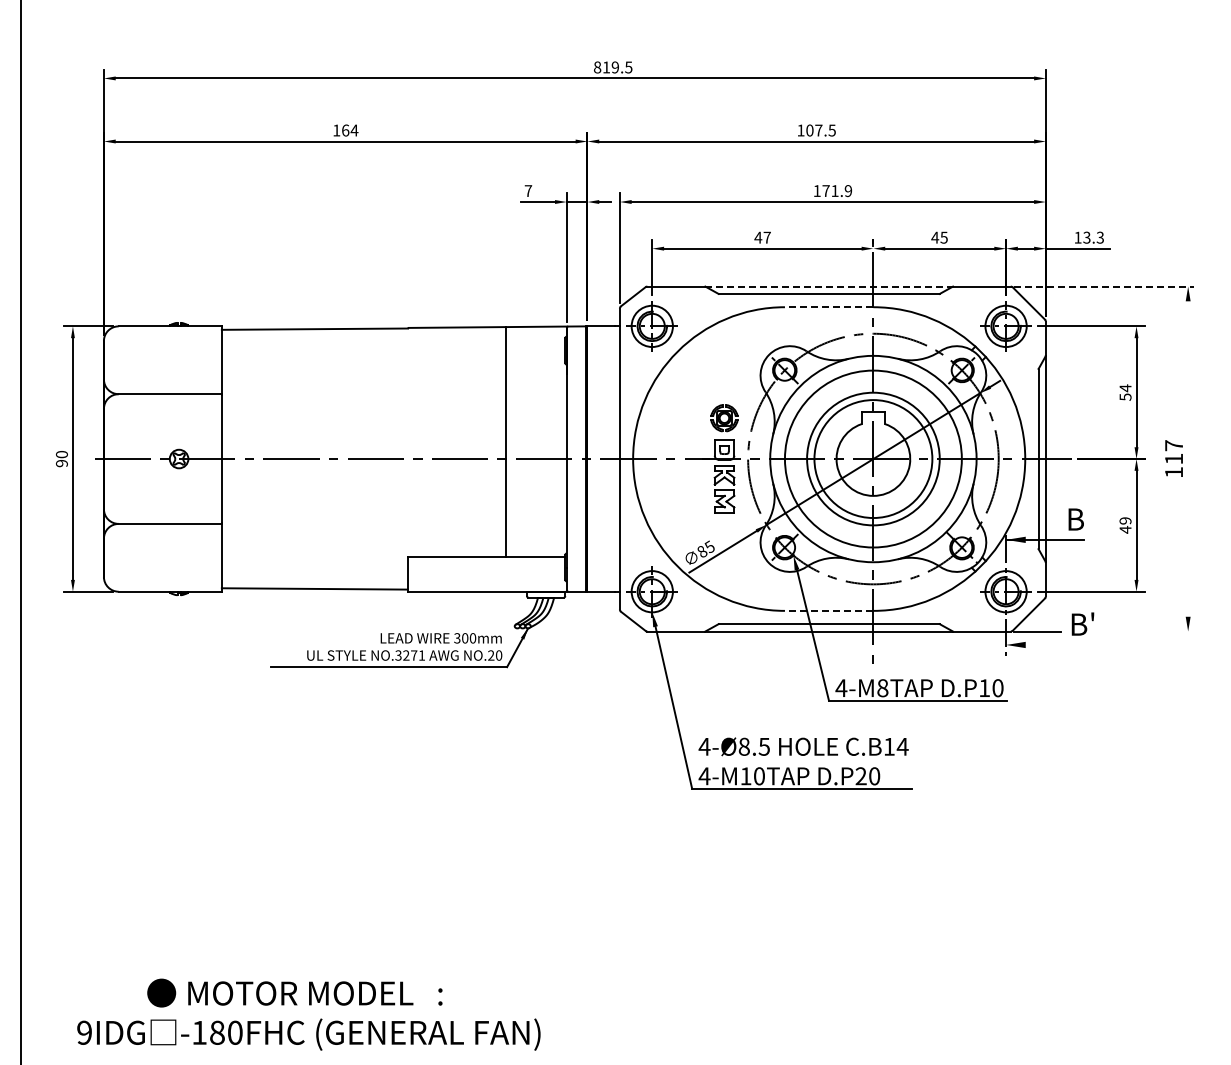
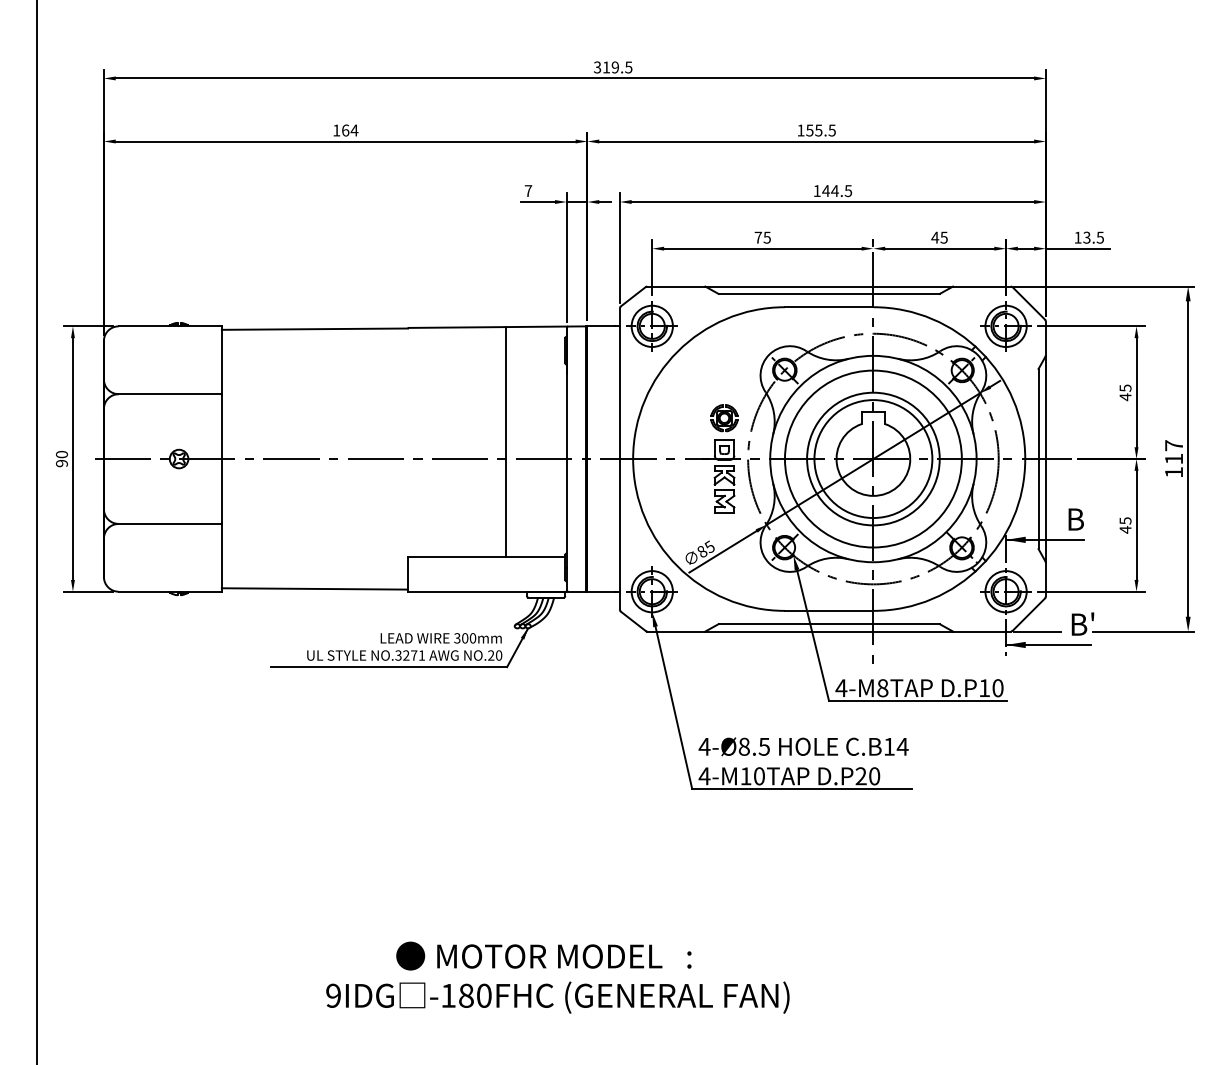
text at (597, 67): 819.5 -> 319.5
text at (814, 130): 107.5 -> 155.5
text at (837, 190): 171.9 -> 144.5
text at (1100, 236): 13.3 -> 13.5
text at (762, 237): 47 -> 75
line at (829, 286): dashed -> solid
line at (1104, 286): dashed -> solid
line at (828, 307): dashed -> solid
text at (1125, 392): 54 -> 45
line at (1188, 458): none -> present
text at (1125, 520): 49 -> 45
line at (20, 531) position: (20, 531) -> (36, 531)
line at (828, 610): dashed -> solid
line at (1143, 631): none -> present
line at (1048, 644): none -> present
text at (308, 1014) position: (308, 1014) -> (557, 977)
